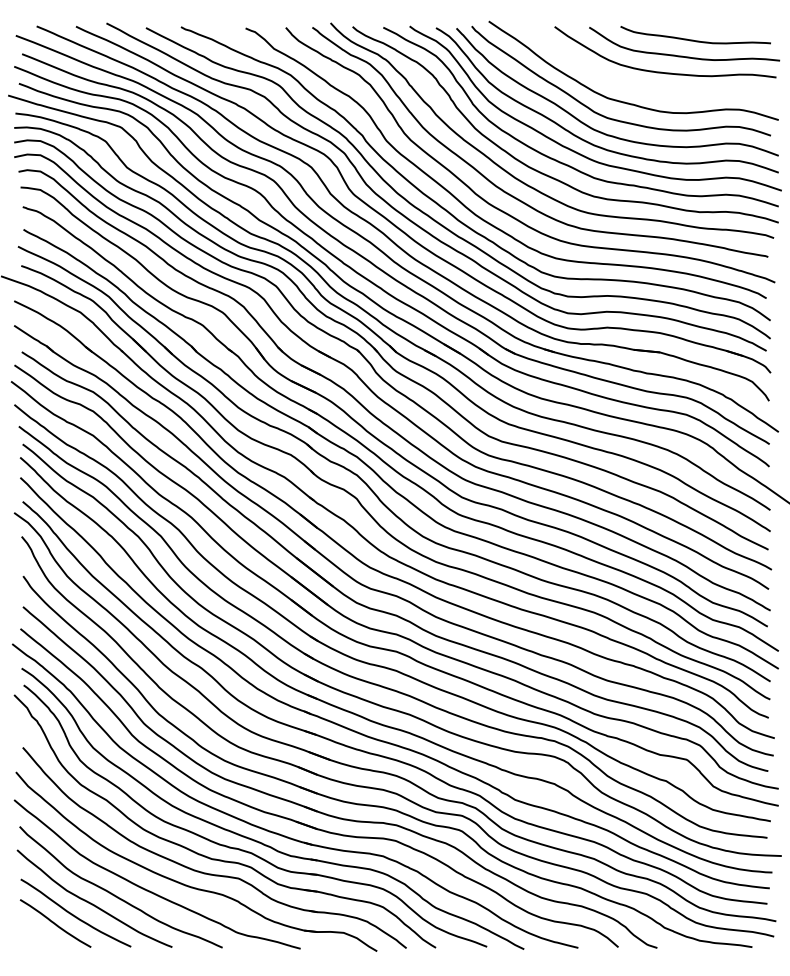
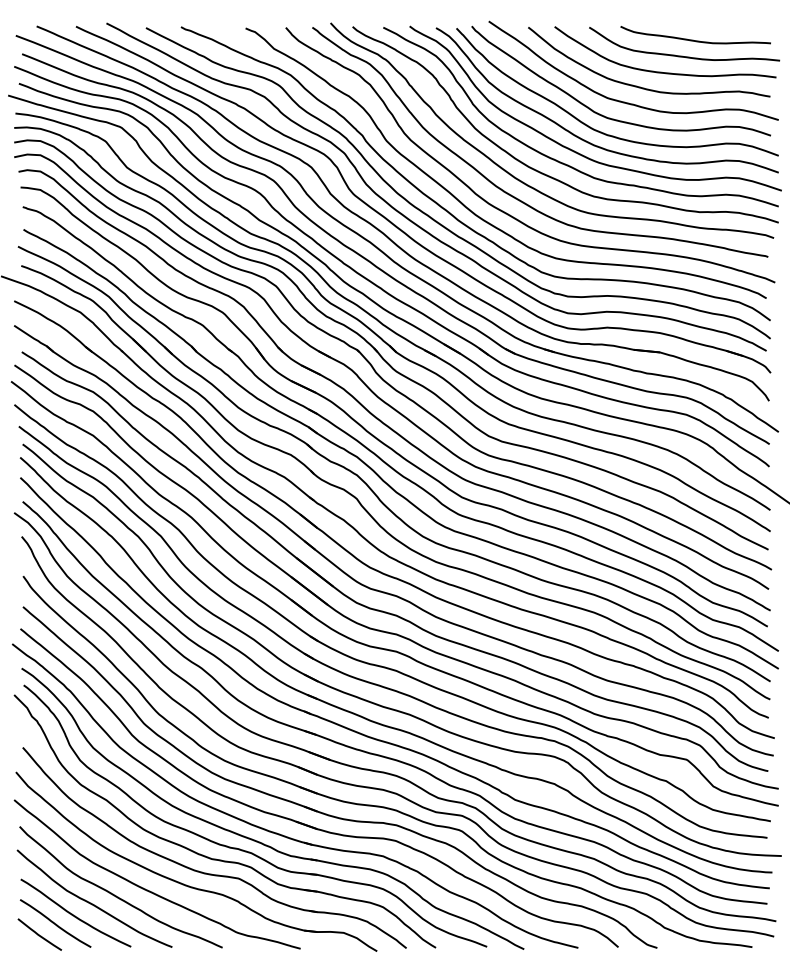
curve at (644, 87): none -> present
curve at (39, 934): none -> present
